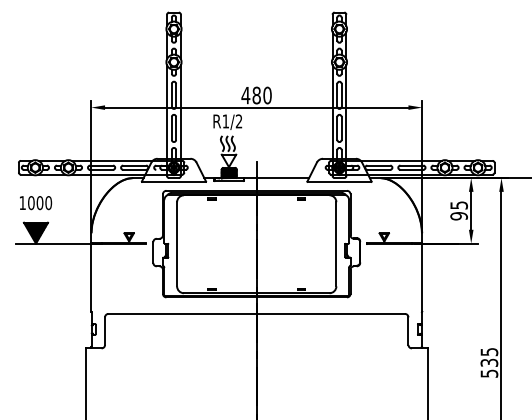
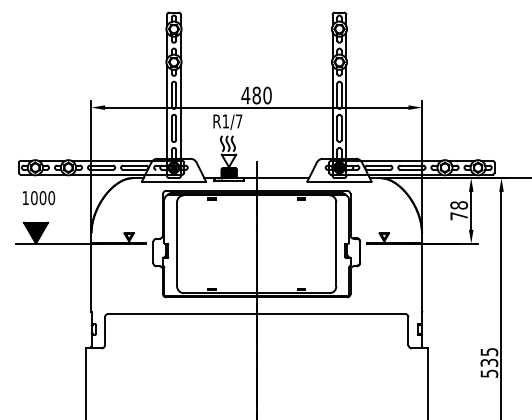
text at (238, 121): R1/2 -> R1/7
text at (36, 203) position: (36, 203) -> (39, 198)
text at (458, 210): 95 -> 78
